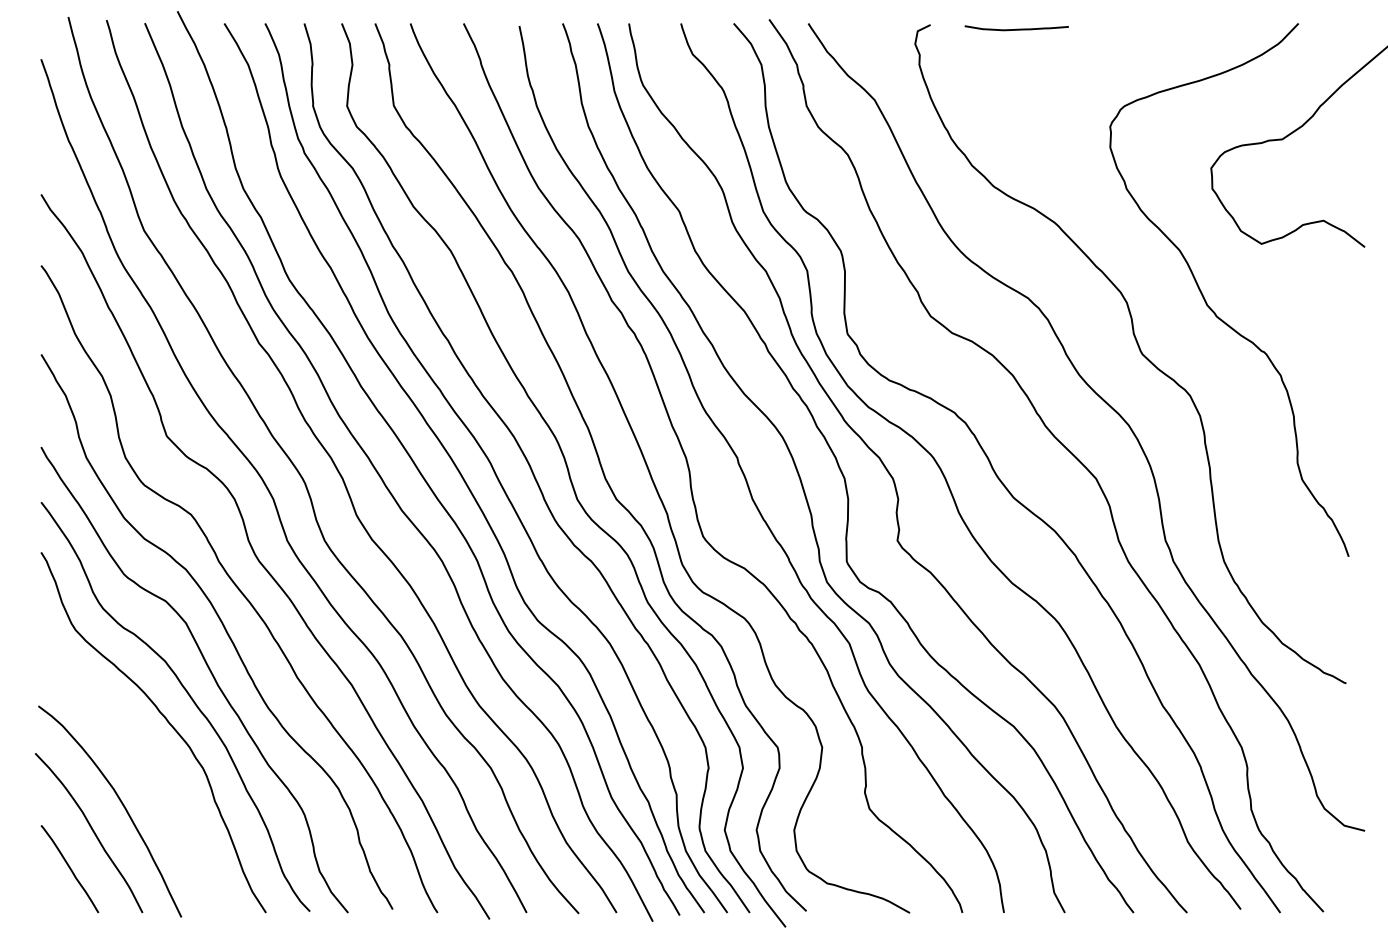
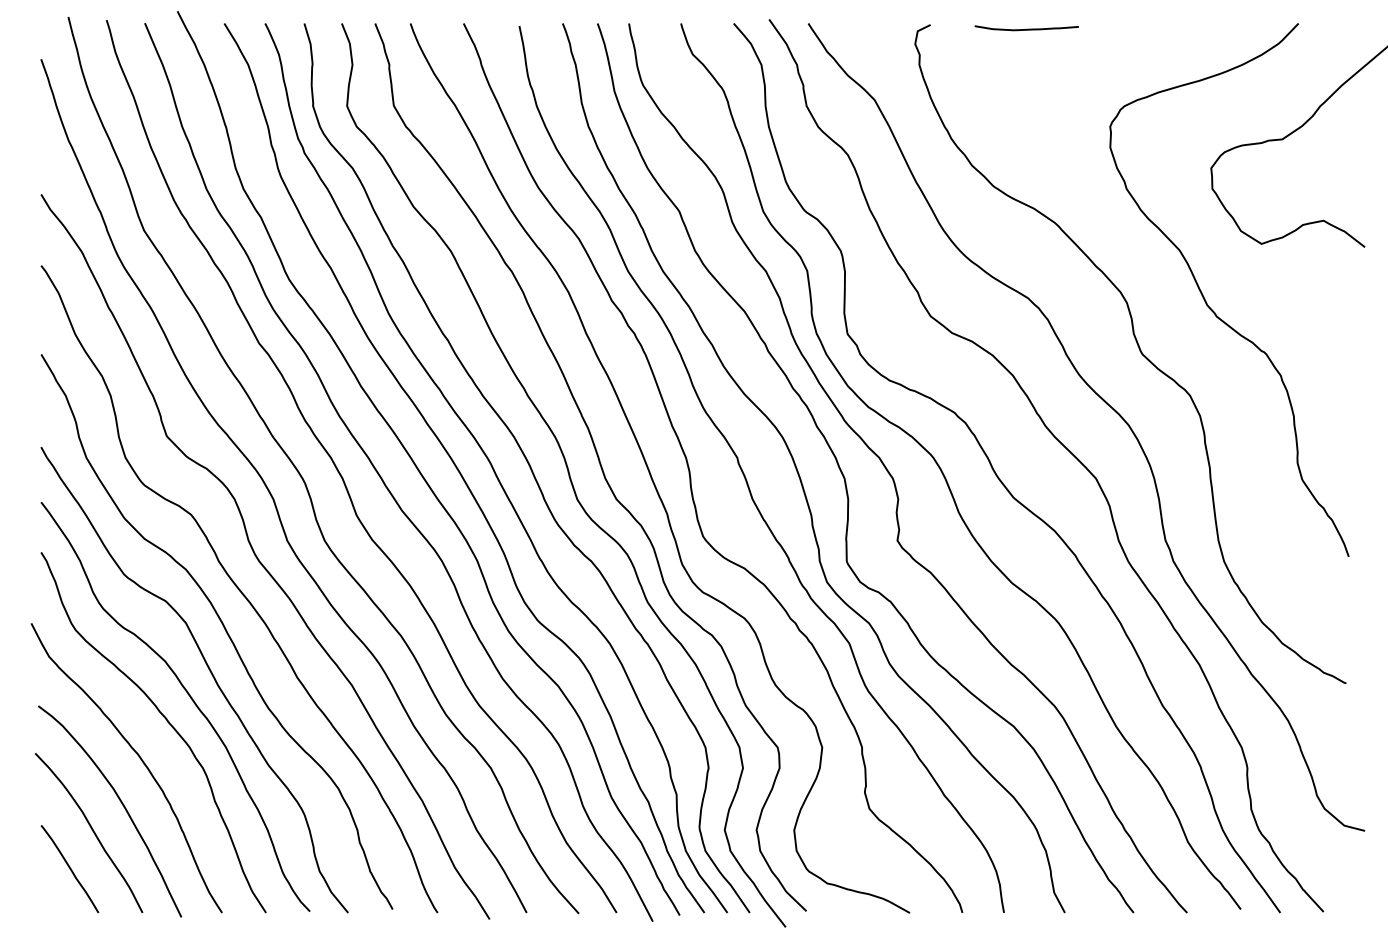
curve at (1016, 28) position: (1016, 28) -> (1026, 28)
curve at (139, 758): none -> present
